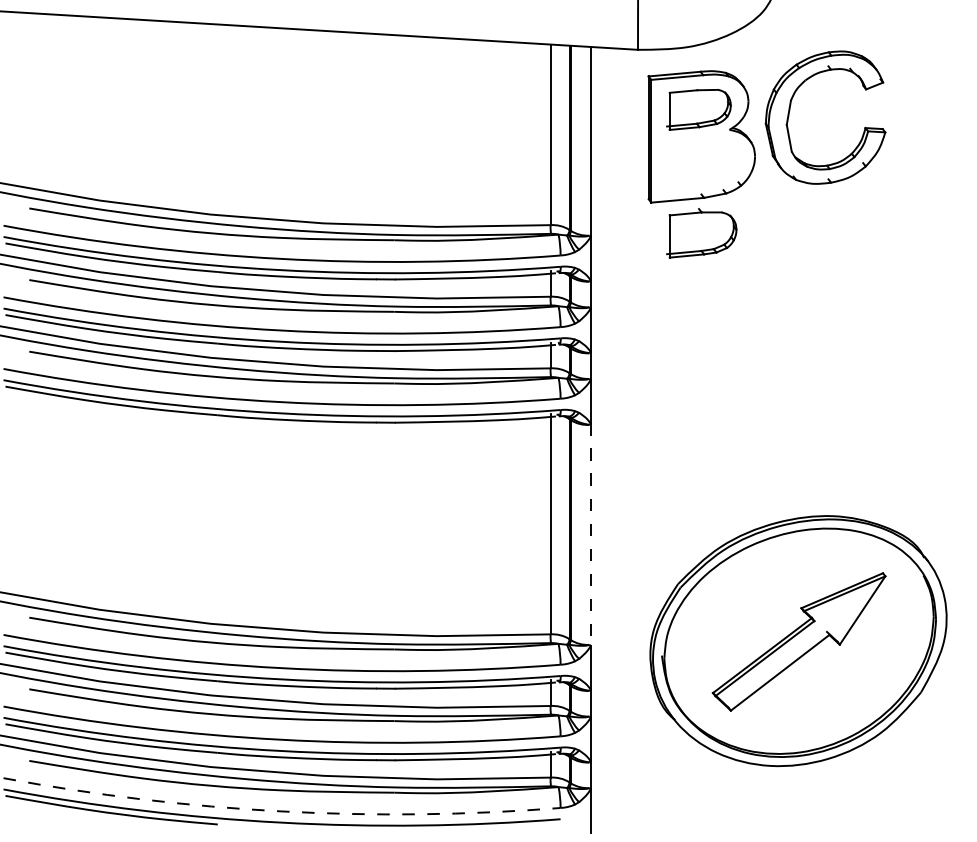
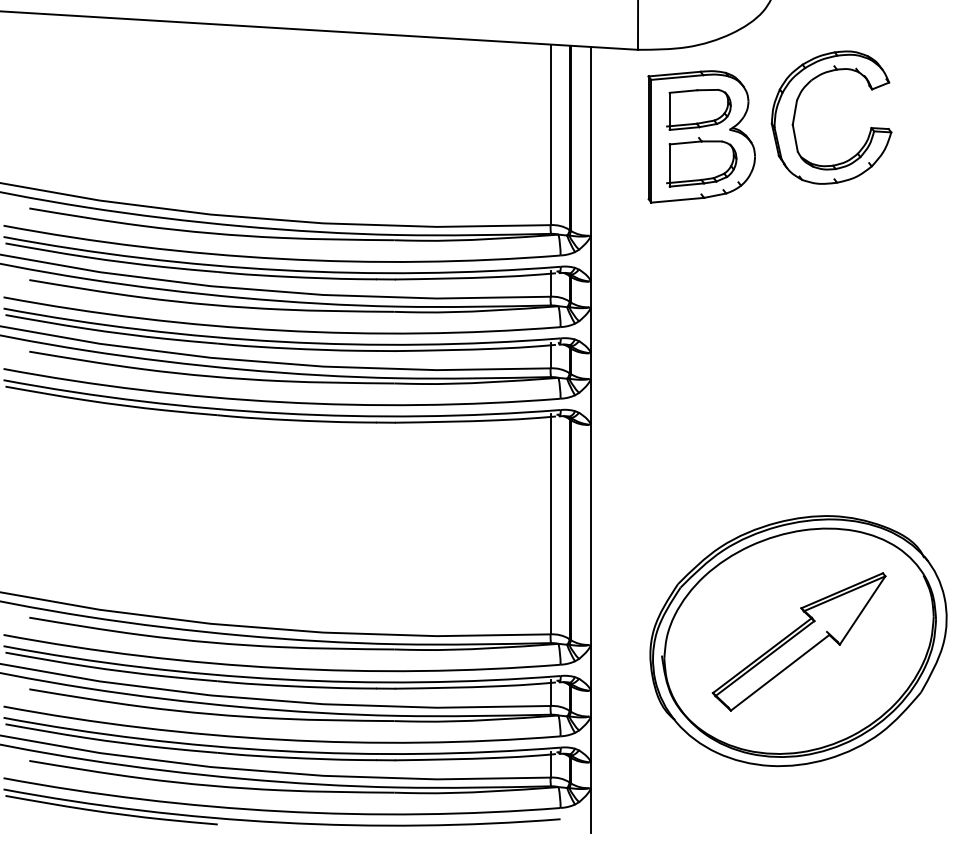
part at (790, 110) position: (790, 110) -> (796, 110)
part at (701, 233) position: (701, 233) -> (701, 162)
line at (590, 534): dashed -> solid
arc at (281, 811): dashed -> solid
